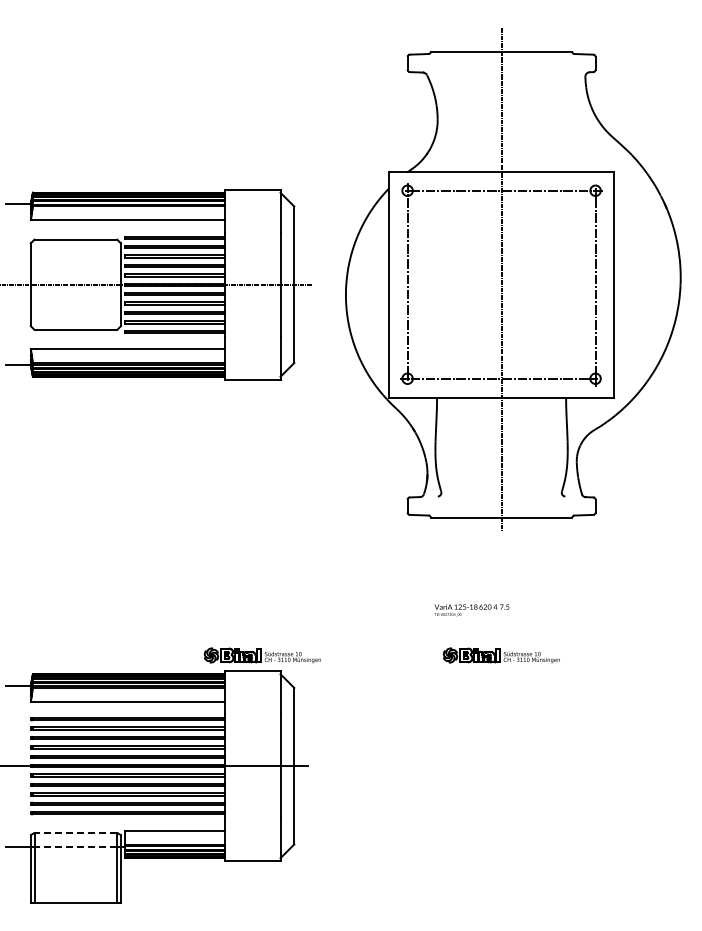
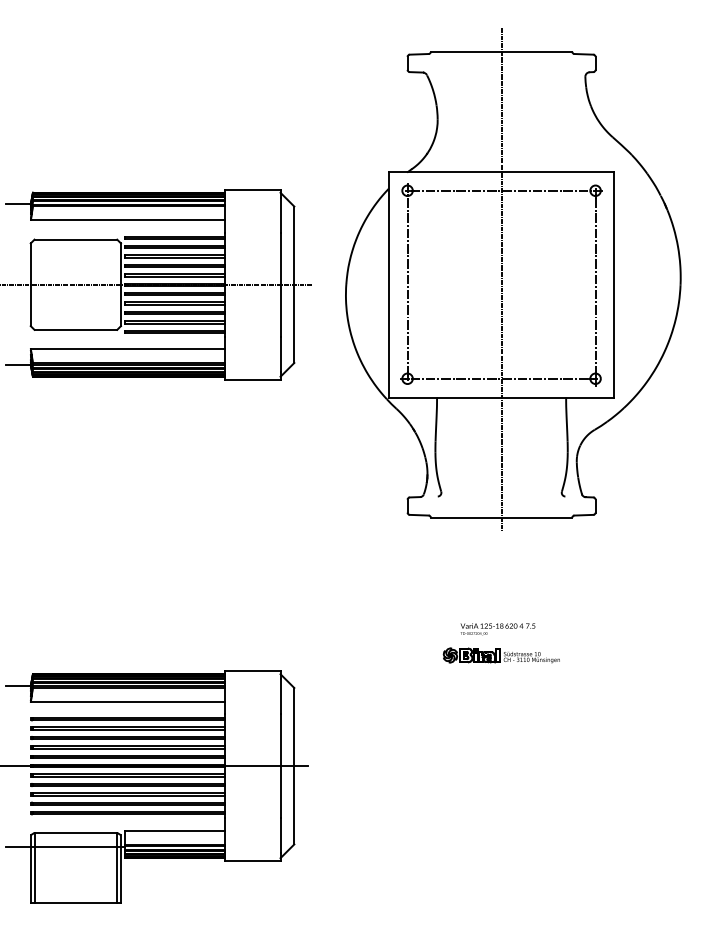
text at (471, 610) position: (471, 610) -> (497, 629)
part at (261, 655): present -> none
line at (75, 832): dashed -> solid
line at (75, 847): dashed -> solid
